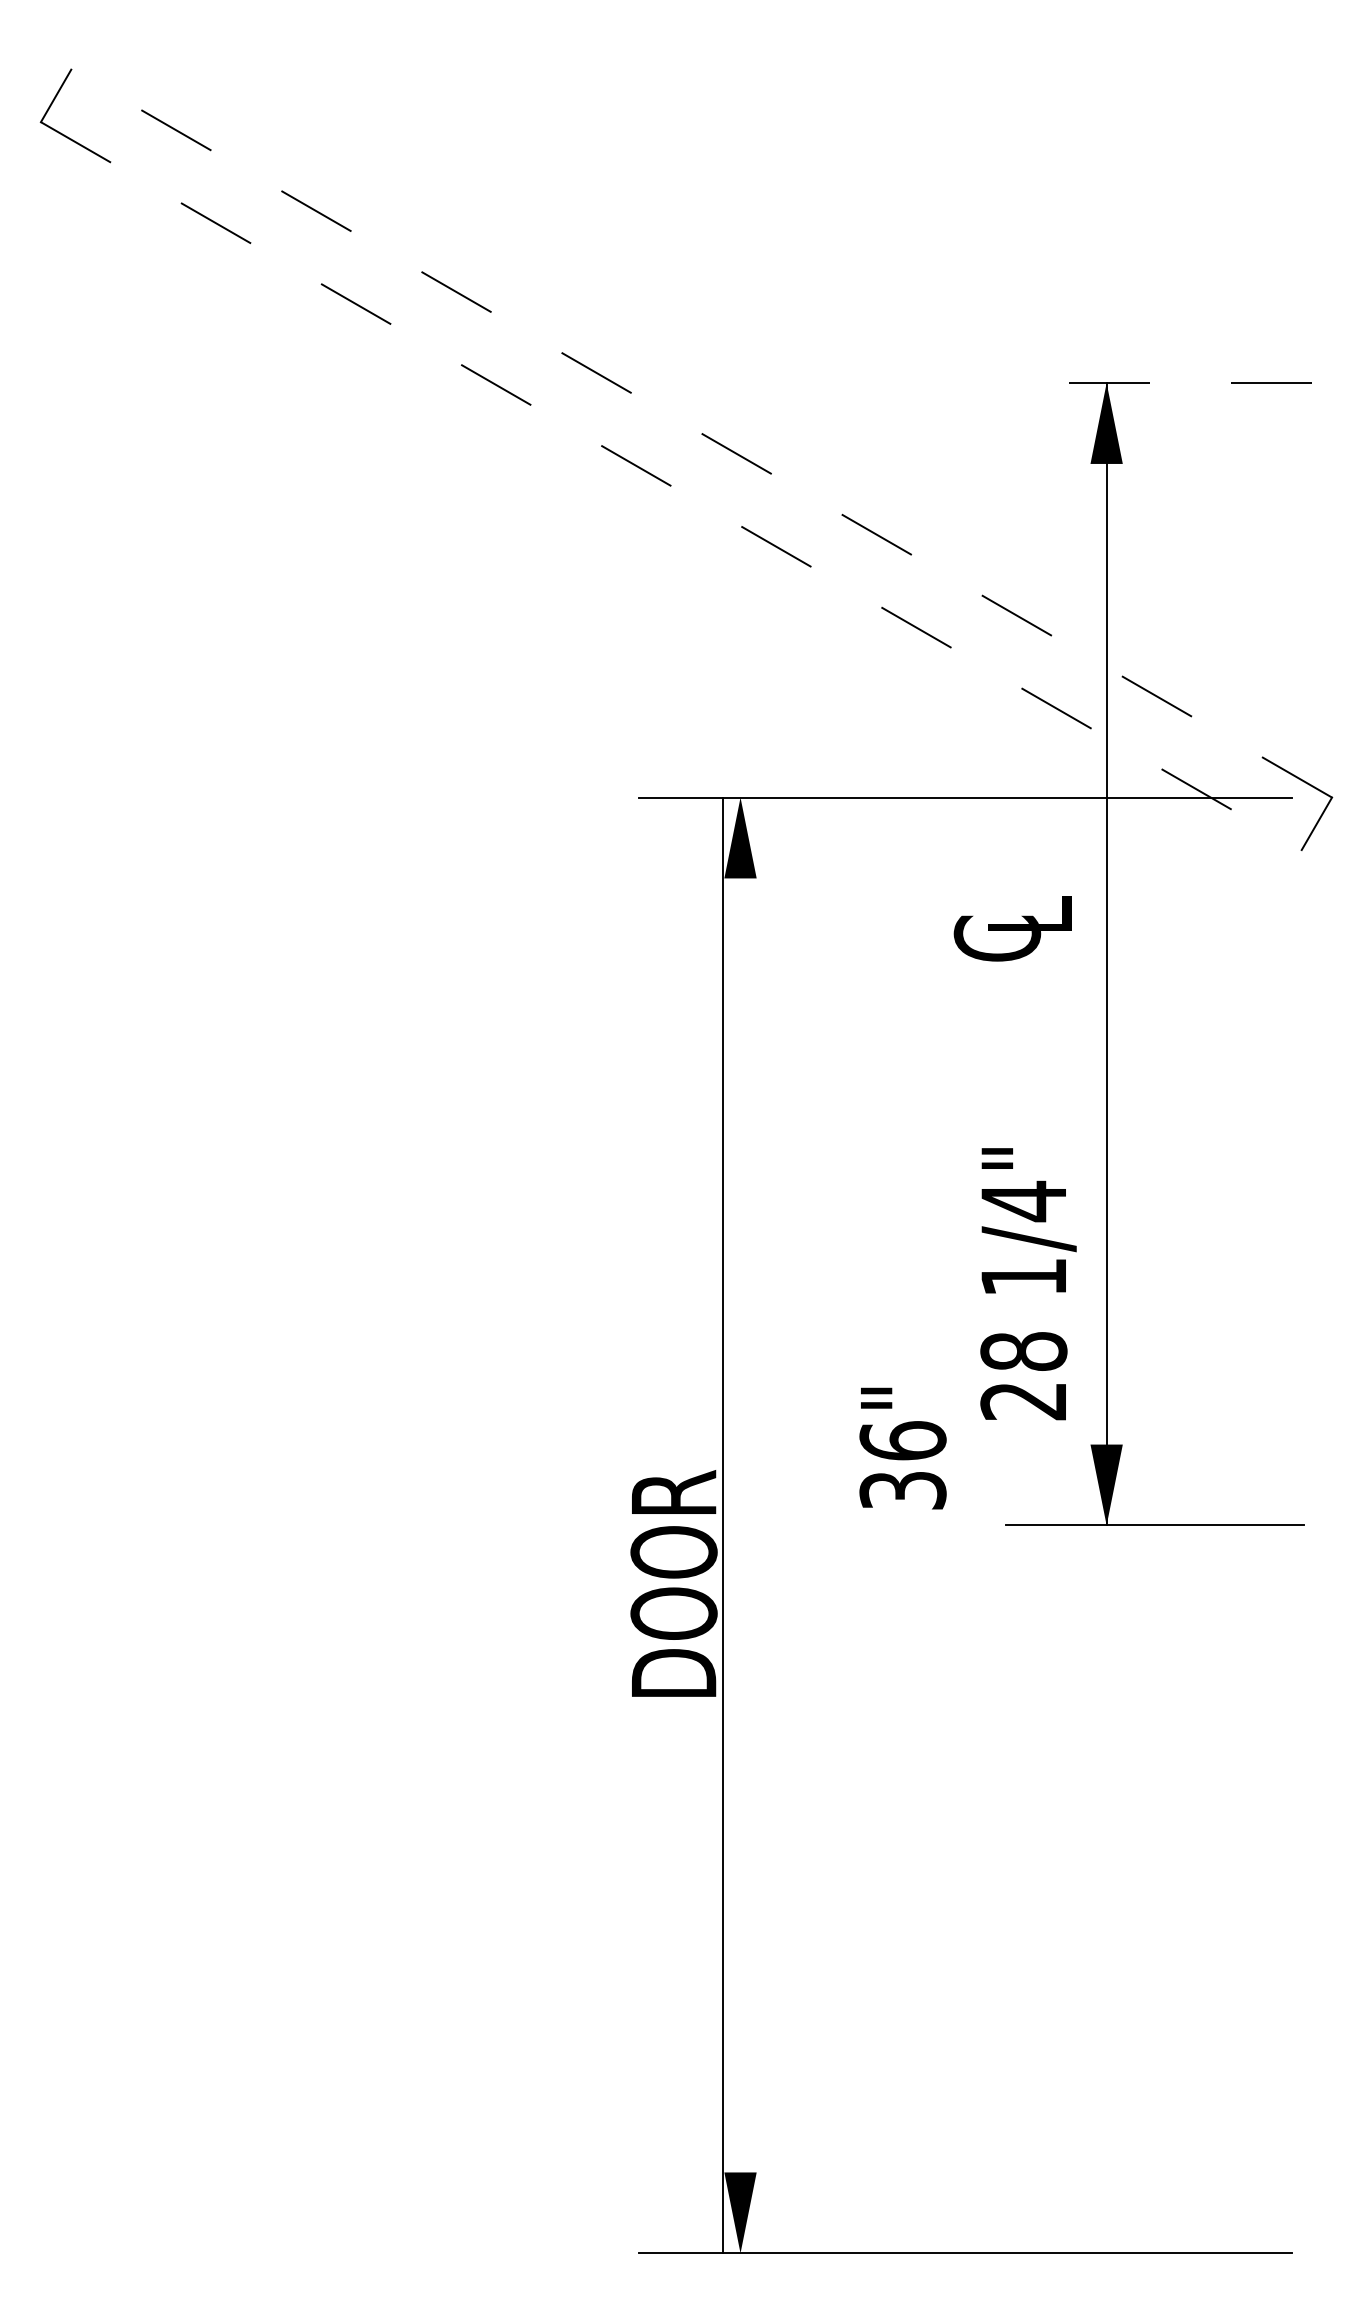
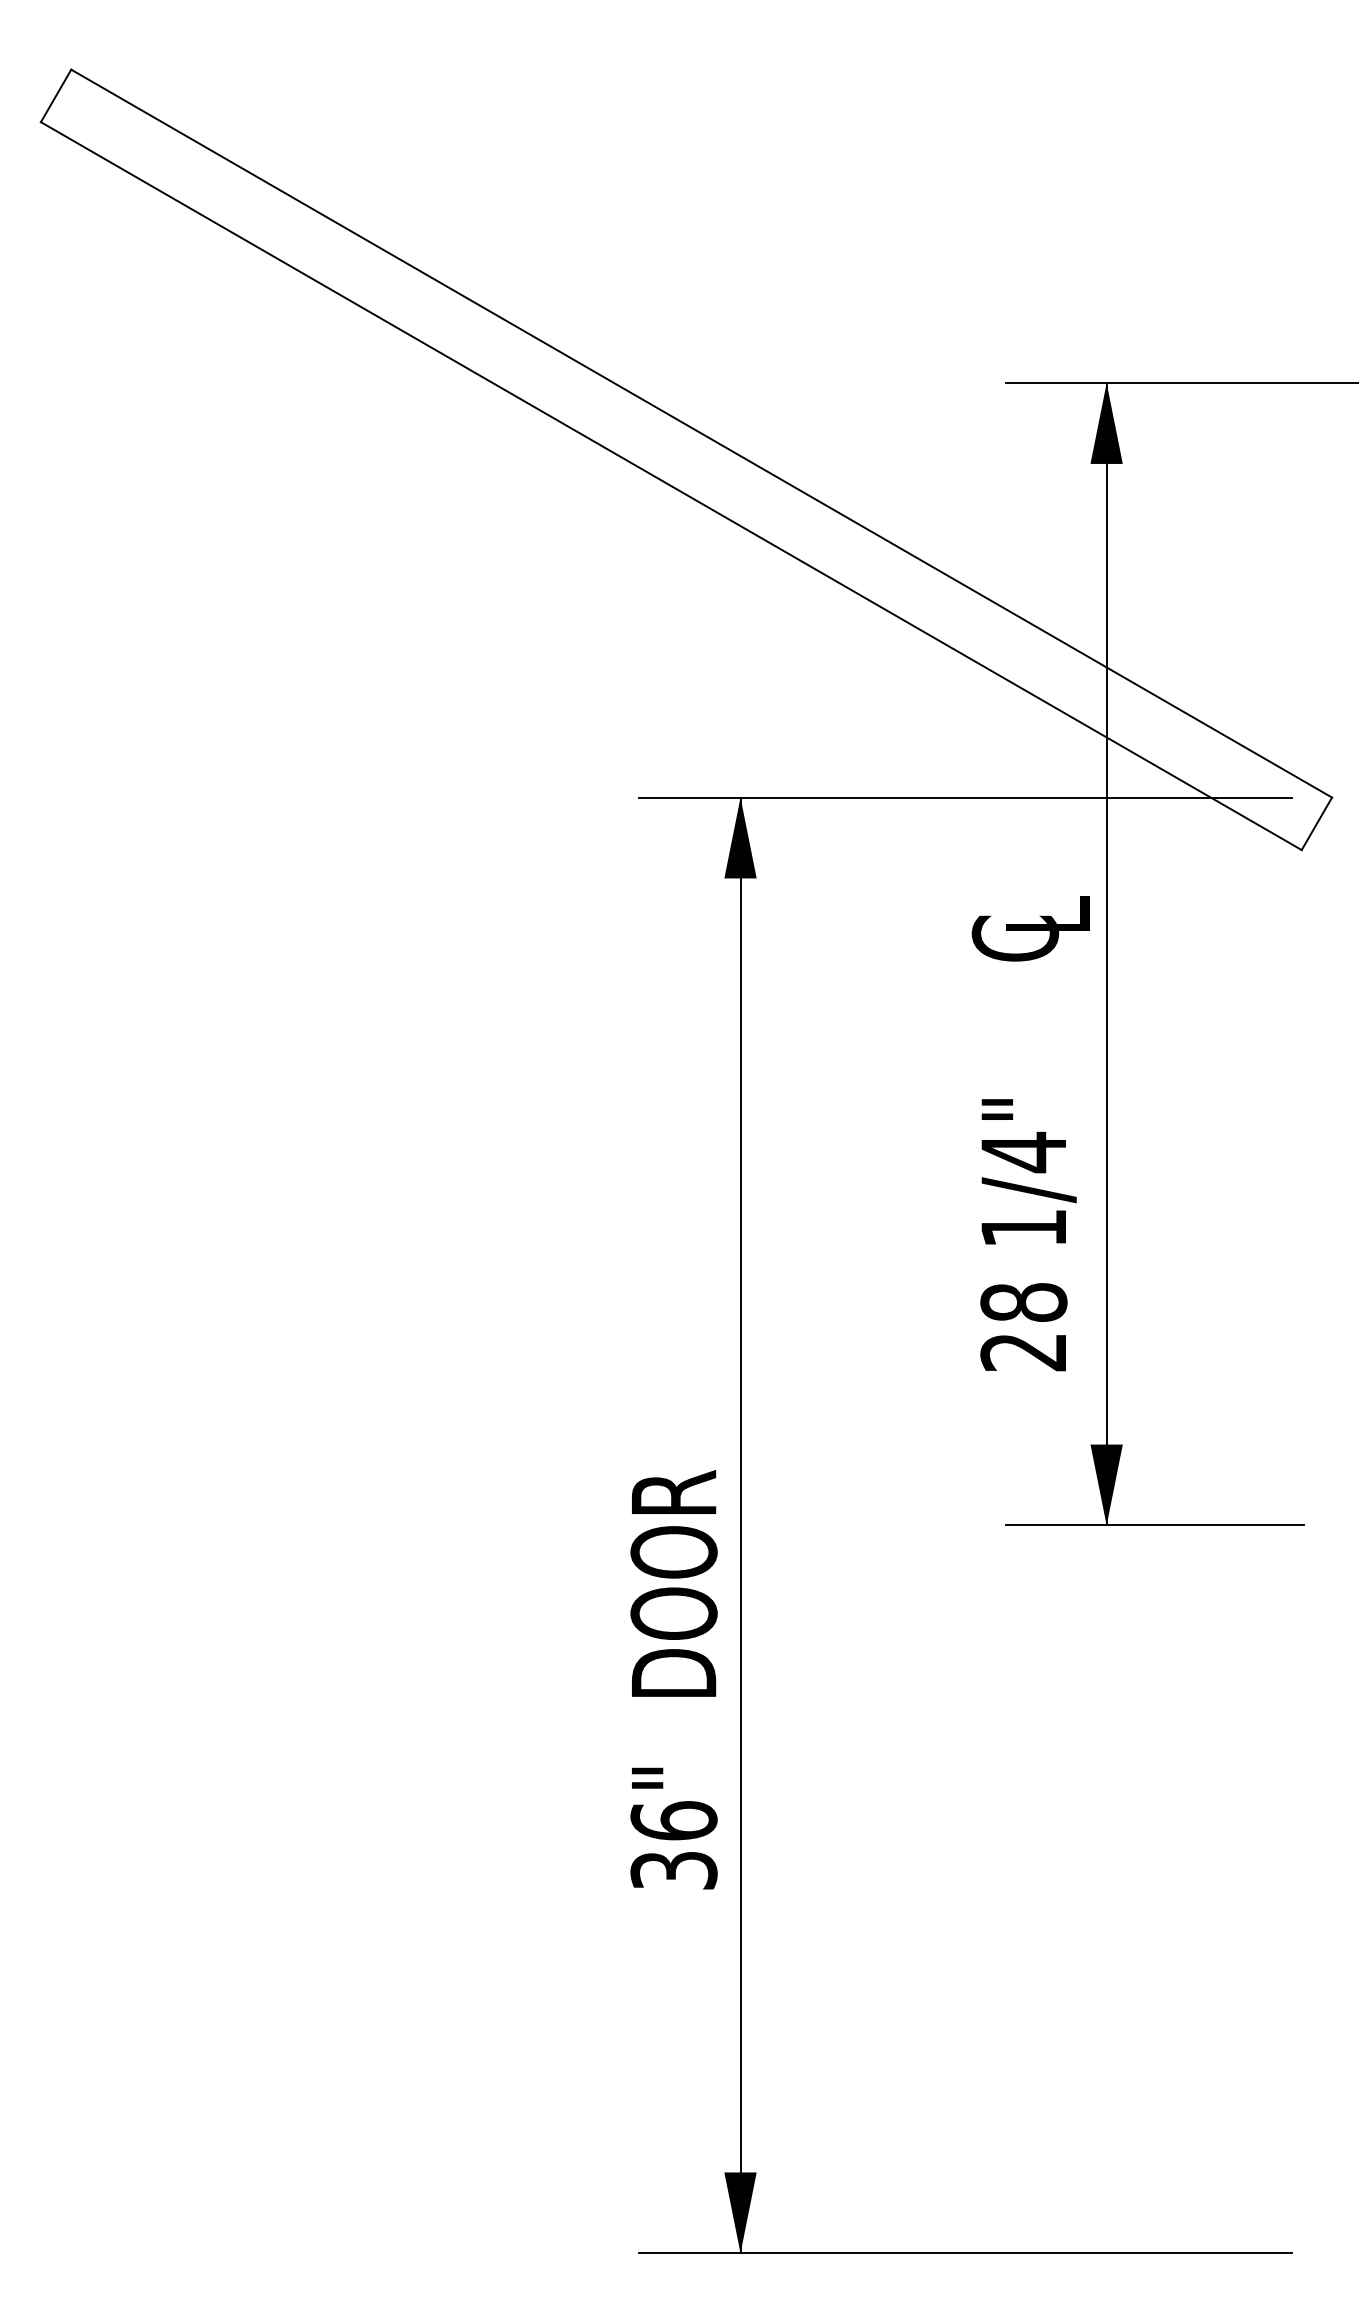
line at (1182, 383): dashed -> solid
line at (701, 433): dashed -> solid
line at (671, 486): dashed -> solid
text at (1012, 928) position: (1012, 928) -> (1030, 928)
text at (1028, 1284) position: (1028, 1284) -> (1028, 1235)
text at (902, 1448) position: (902, 1448) -> (673, 1828)
line at (722, 1525) position: (722, 1525) -> (740, 1525)
